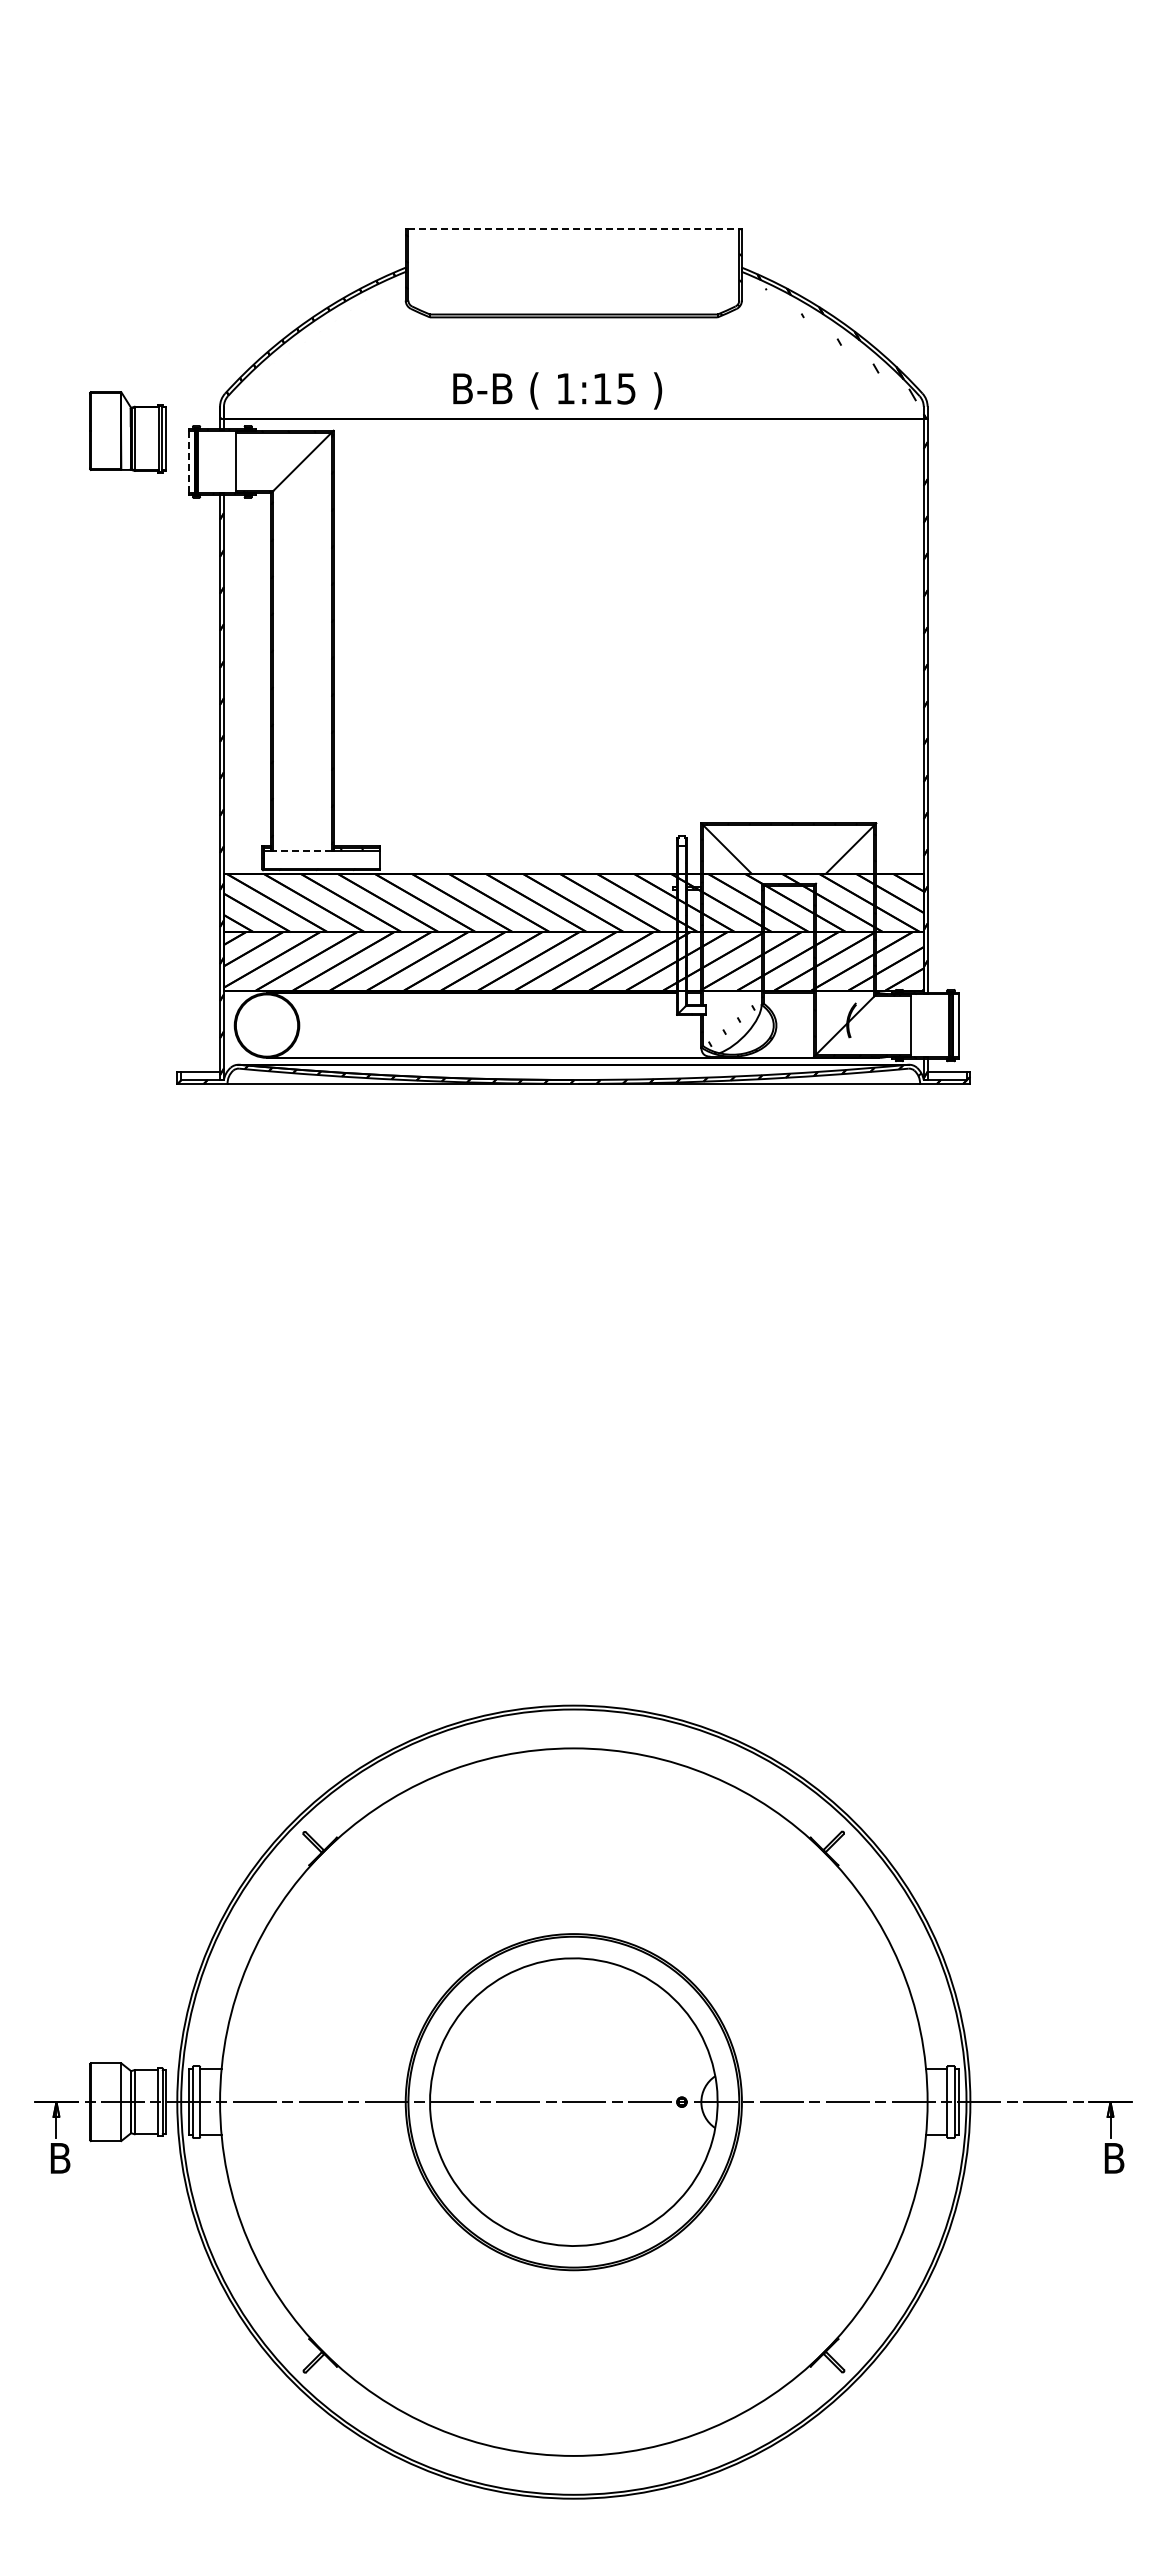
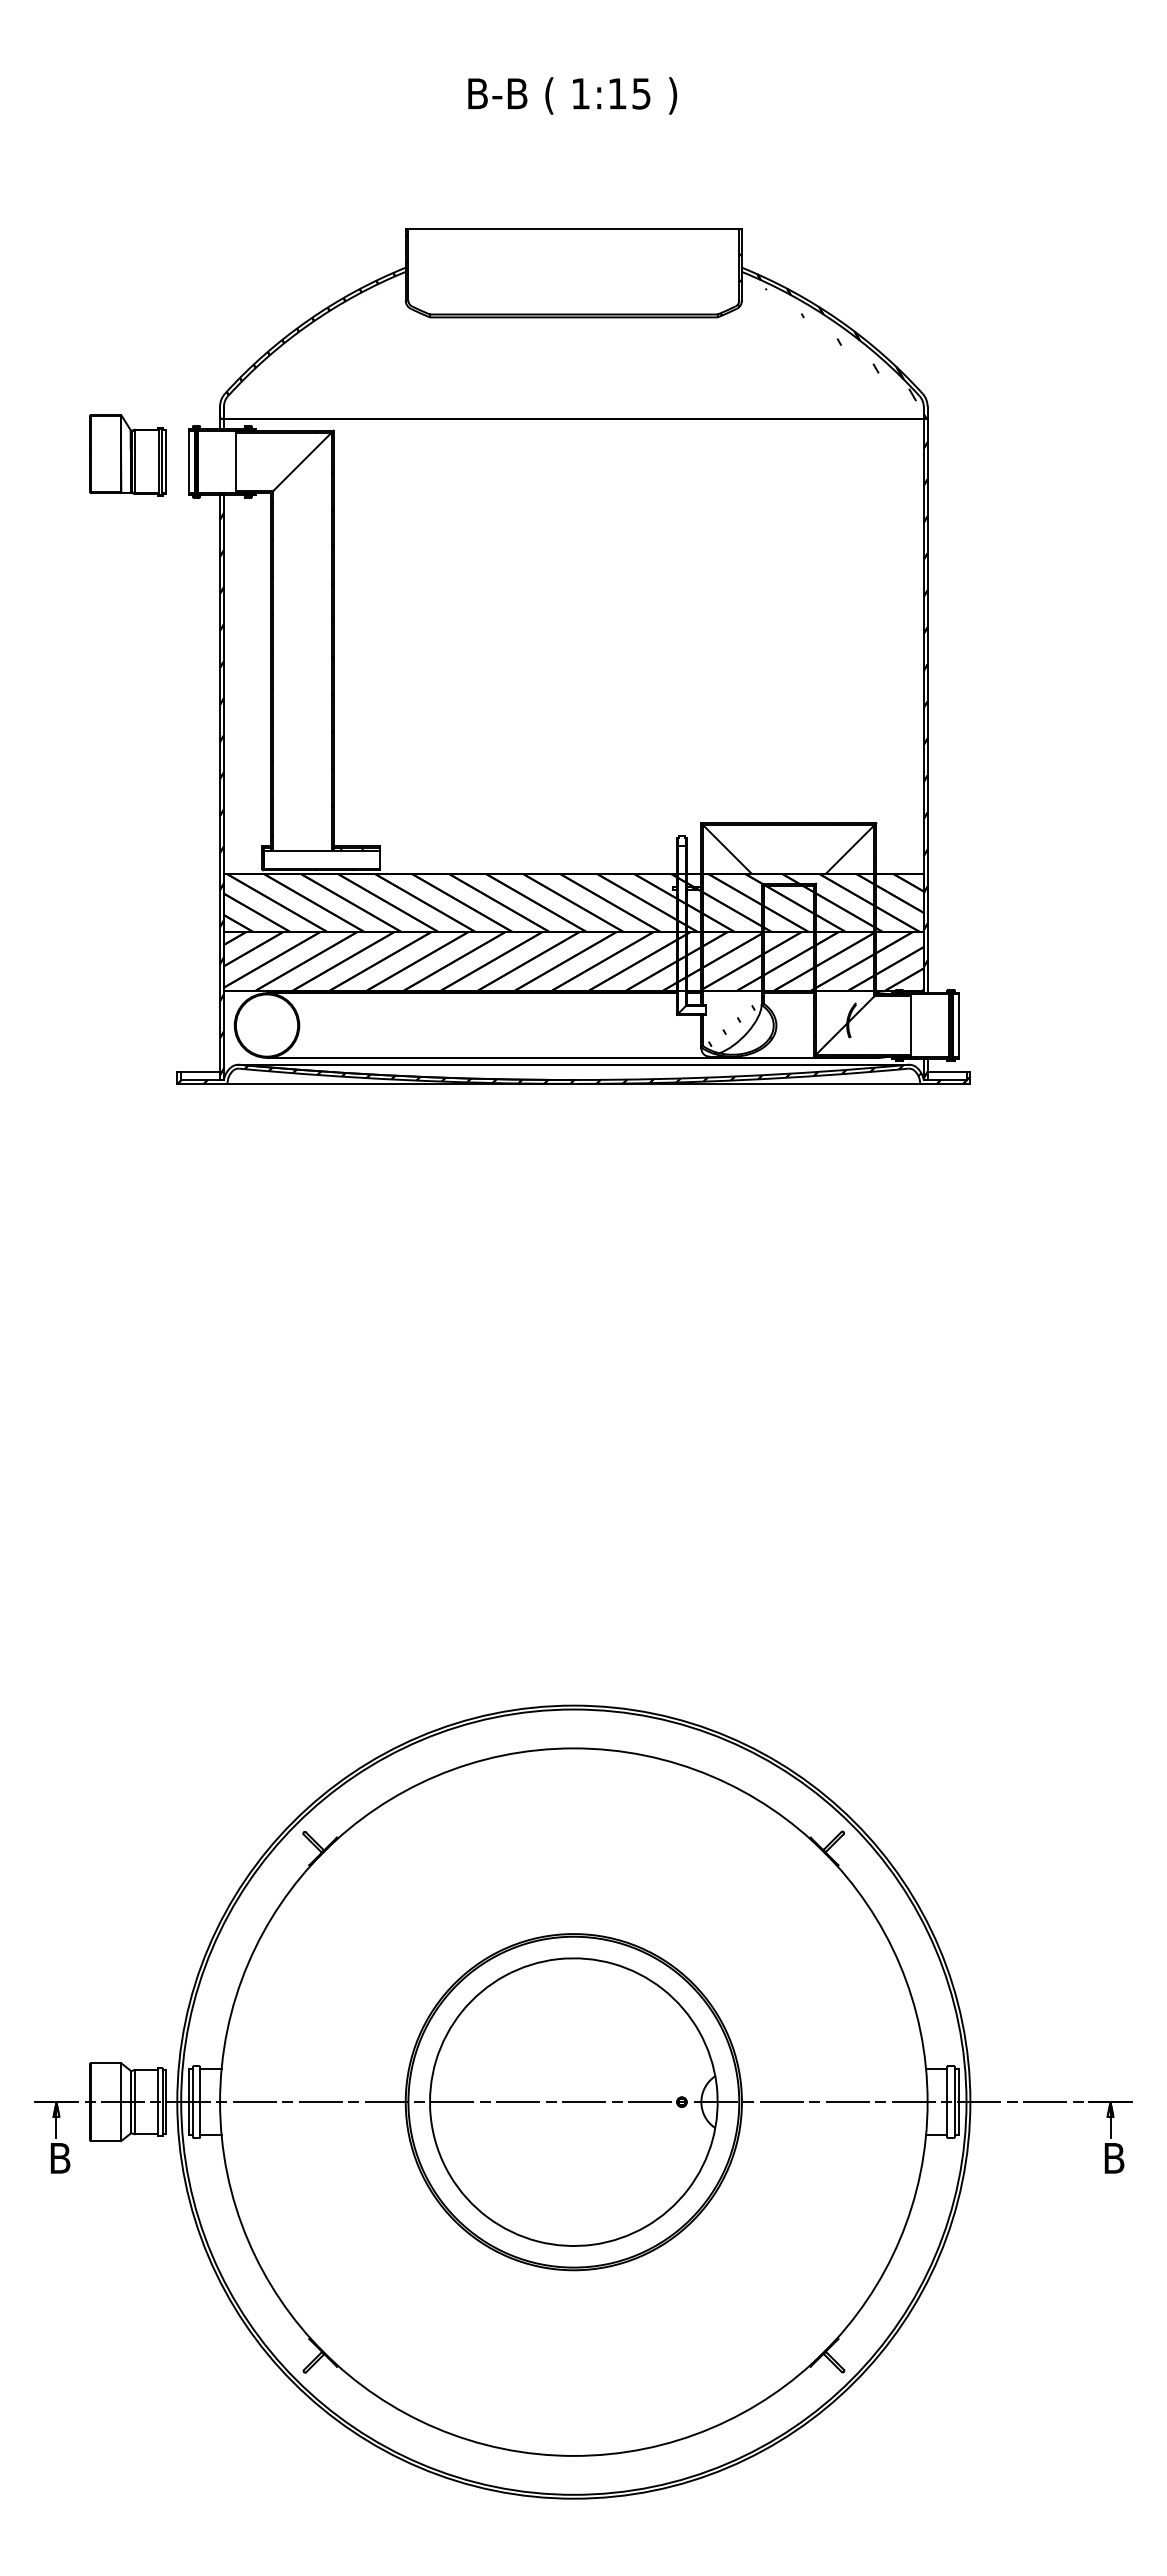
line at (574, 228): dashed -> solid
text at (557, 390) position: (557, 390) -> (572, 95)
part at (127, 432) position: (127, 432) -> (127, 455)
line at (188, 462): dashed -> solid
line at (301, 850): dashed -> solid
